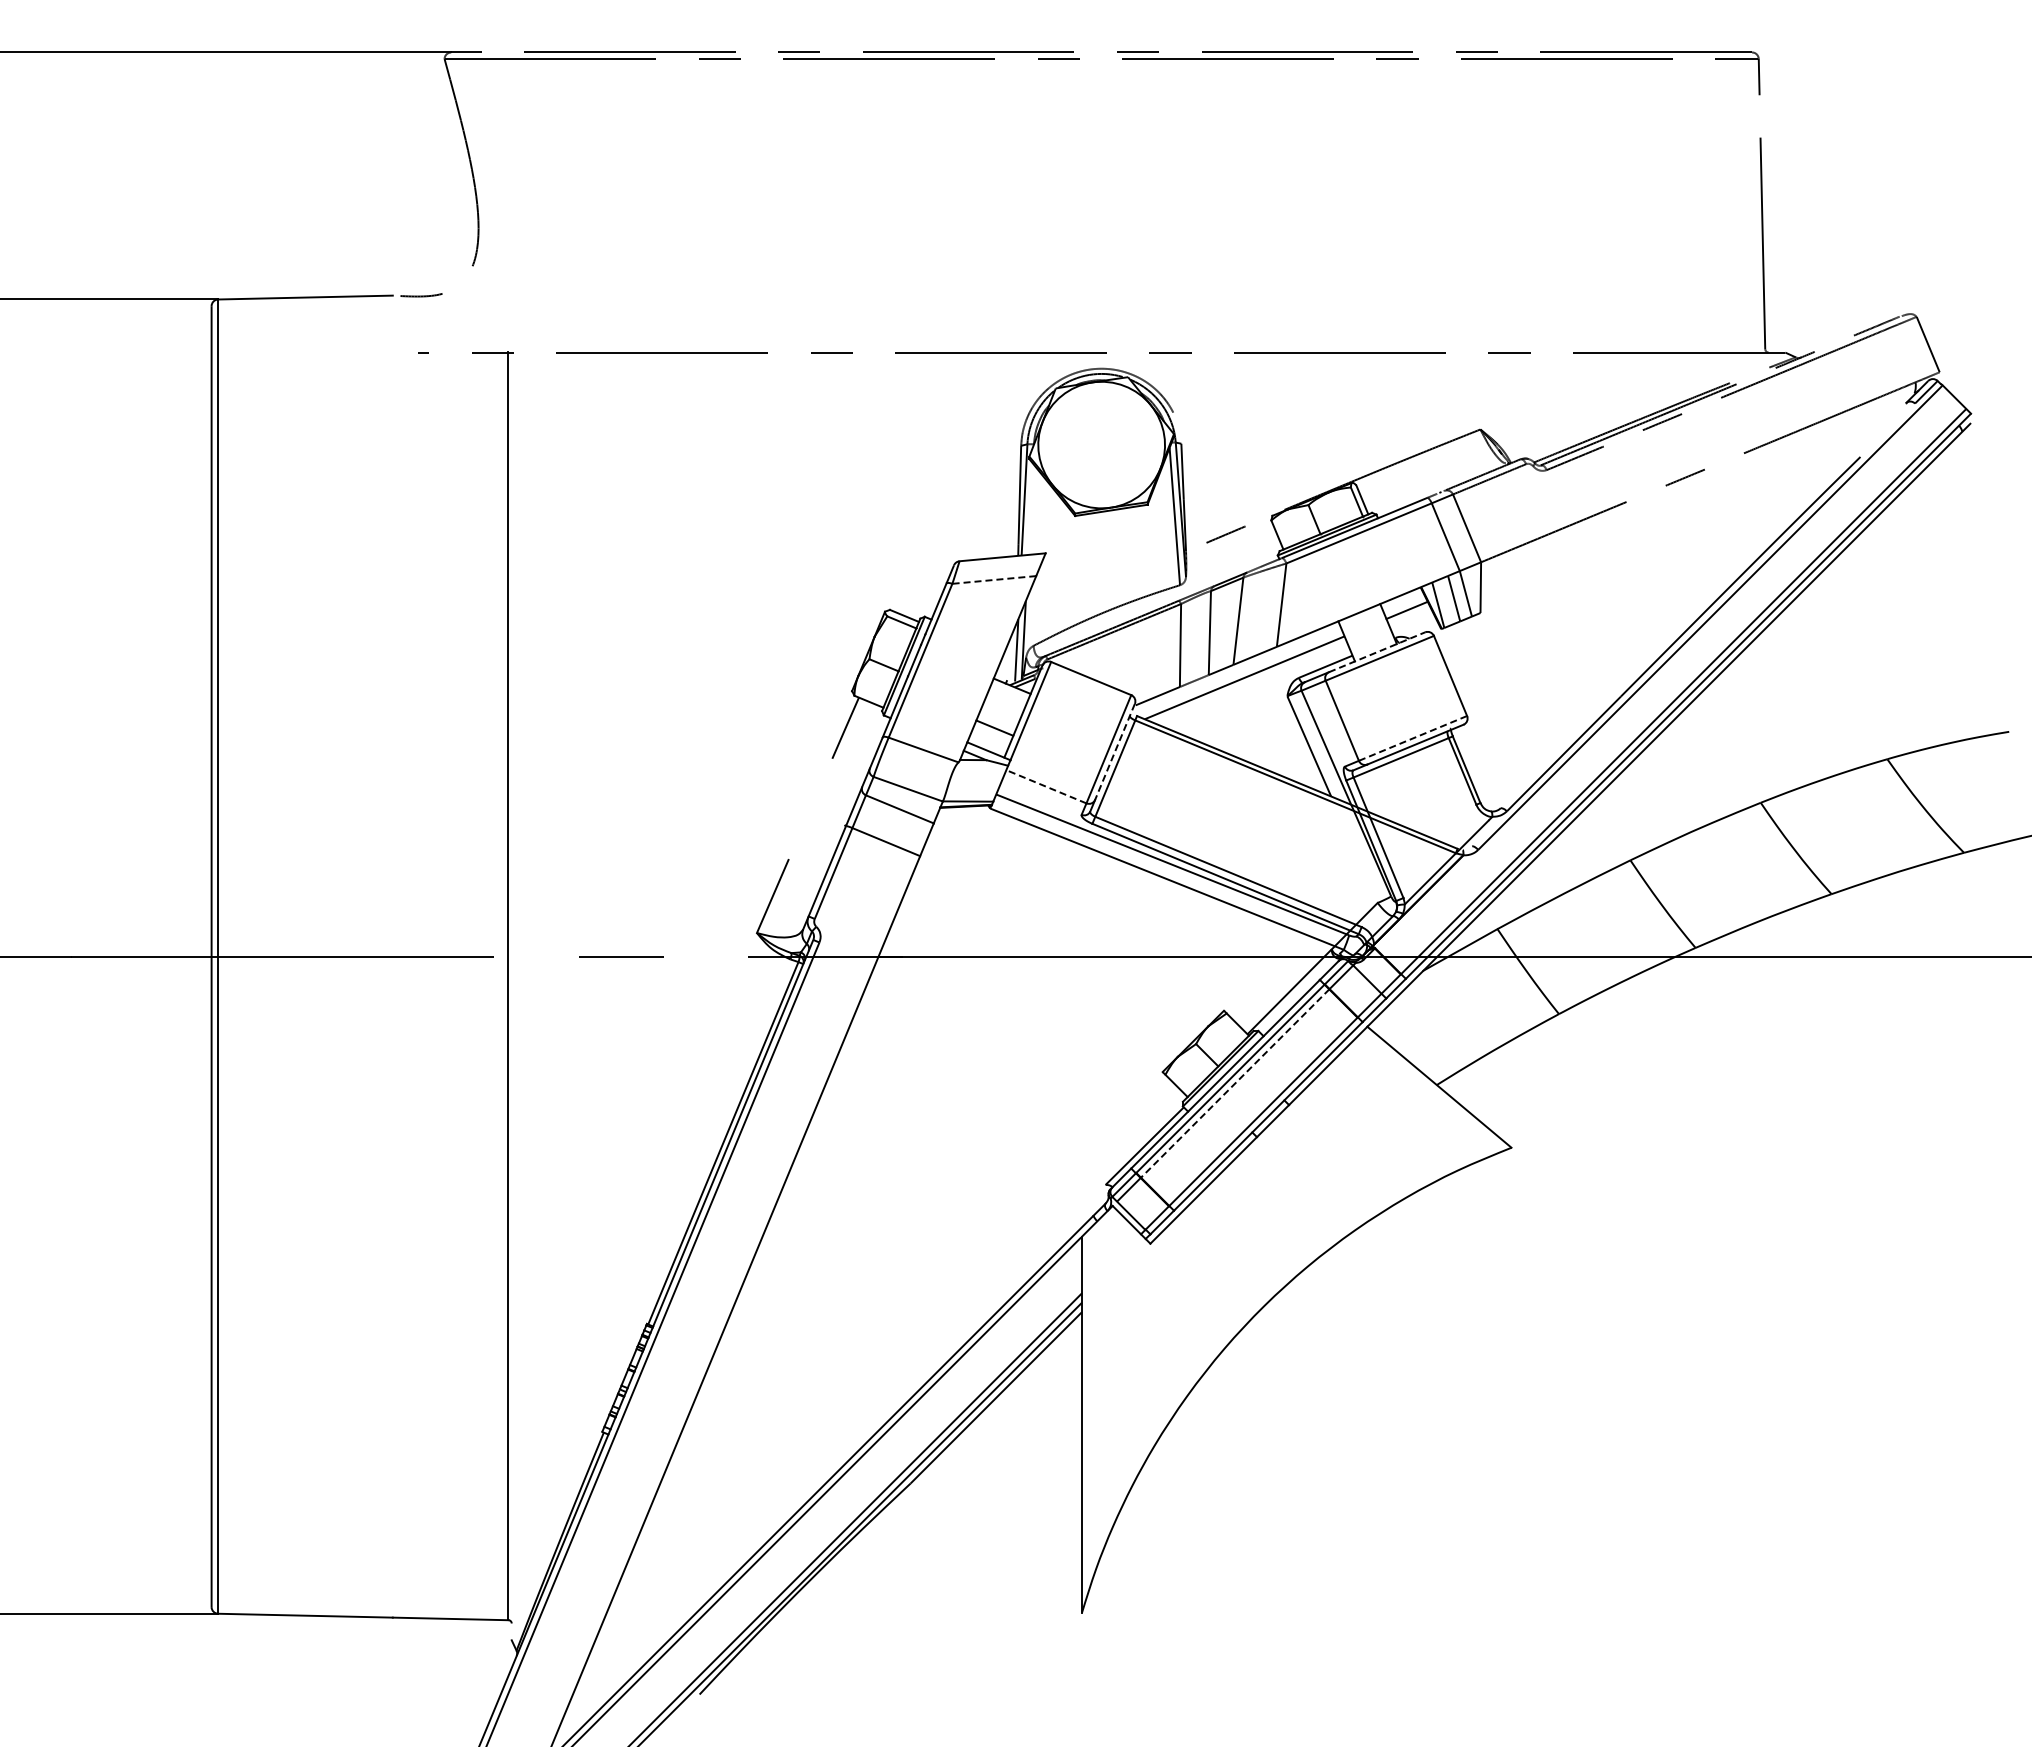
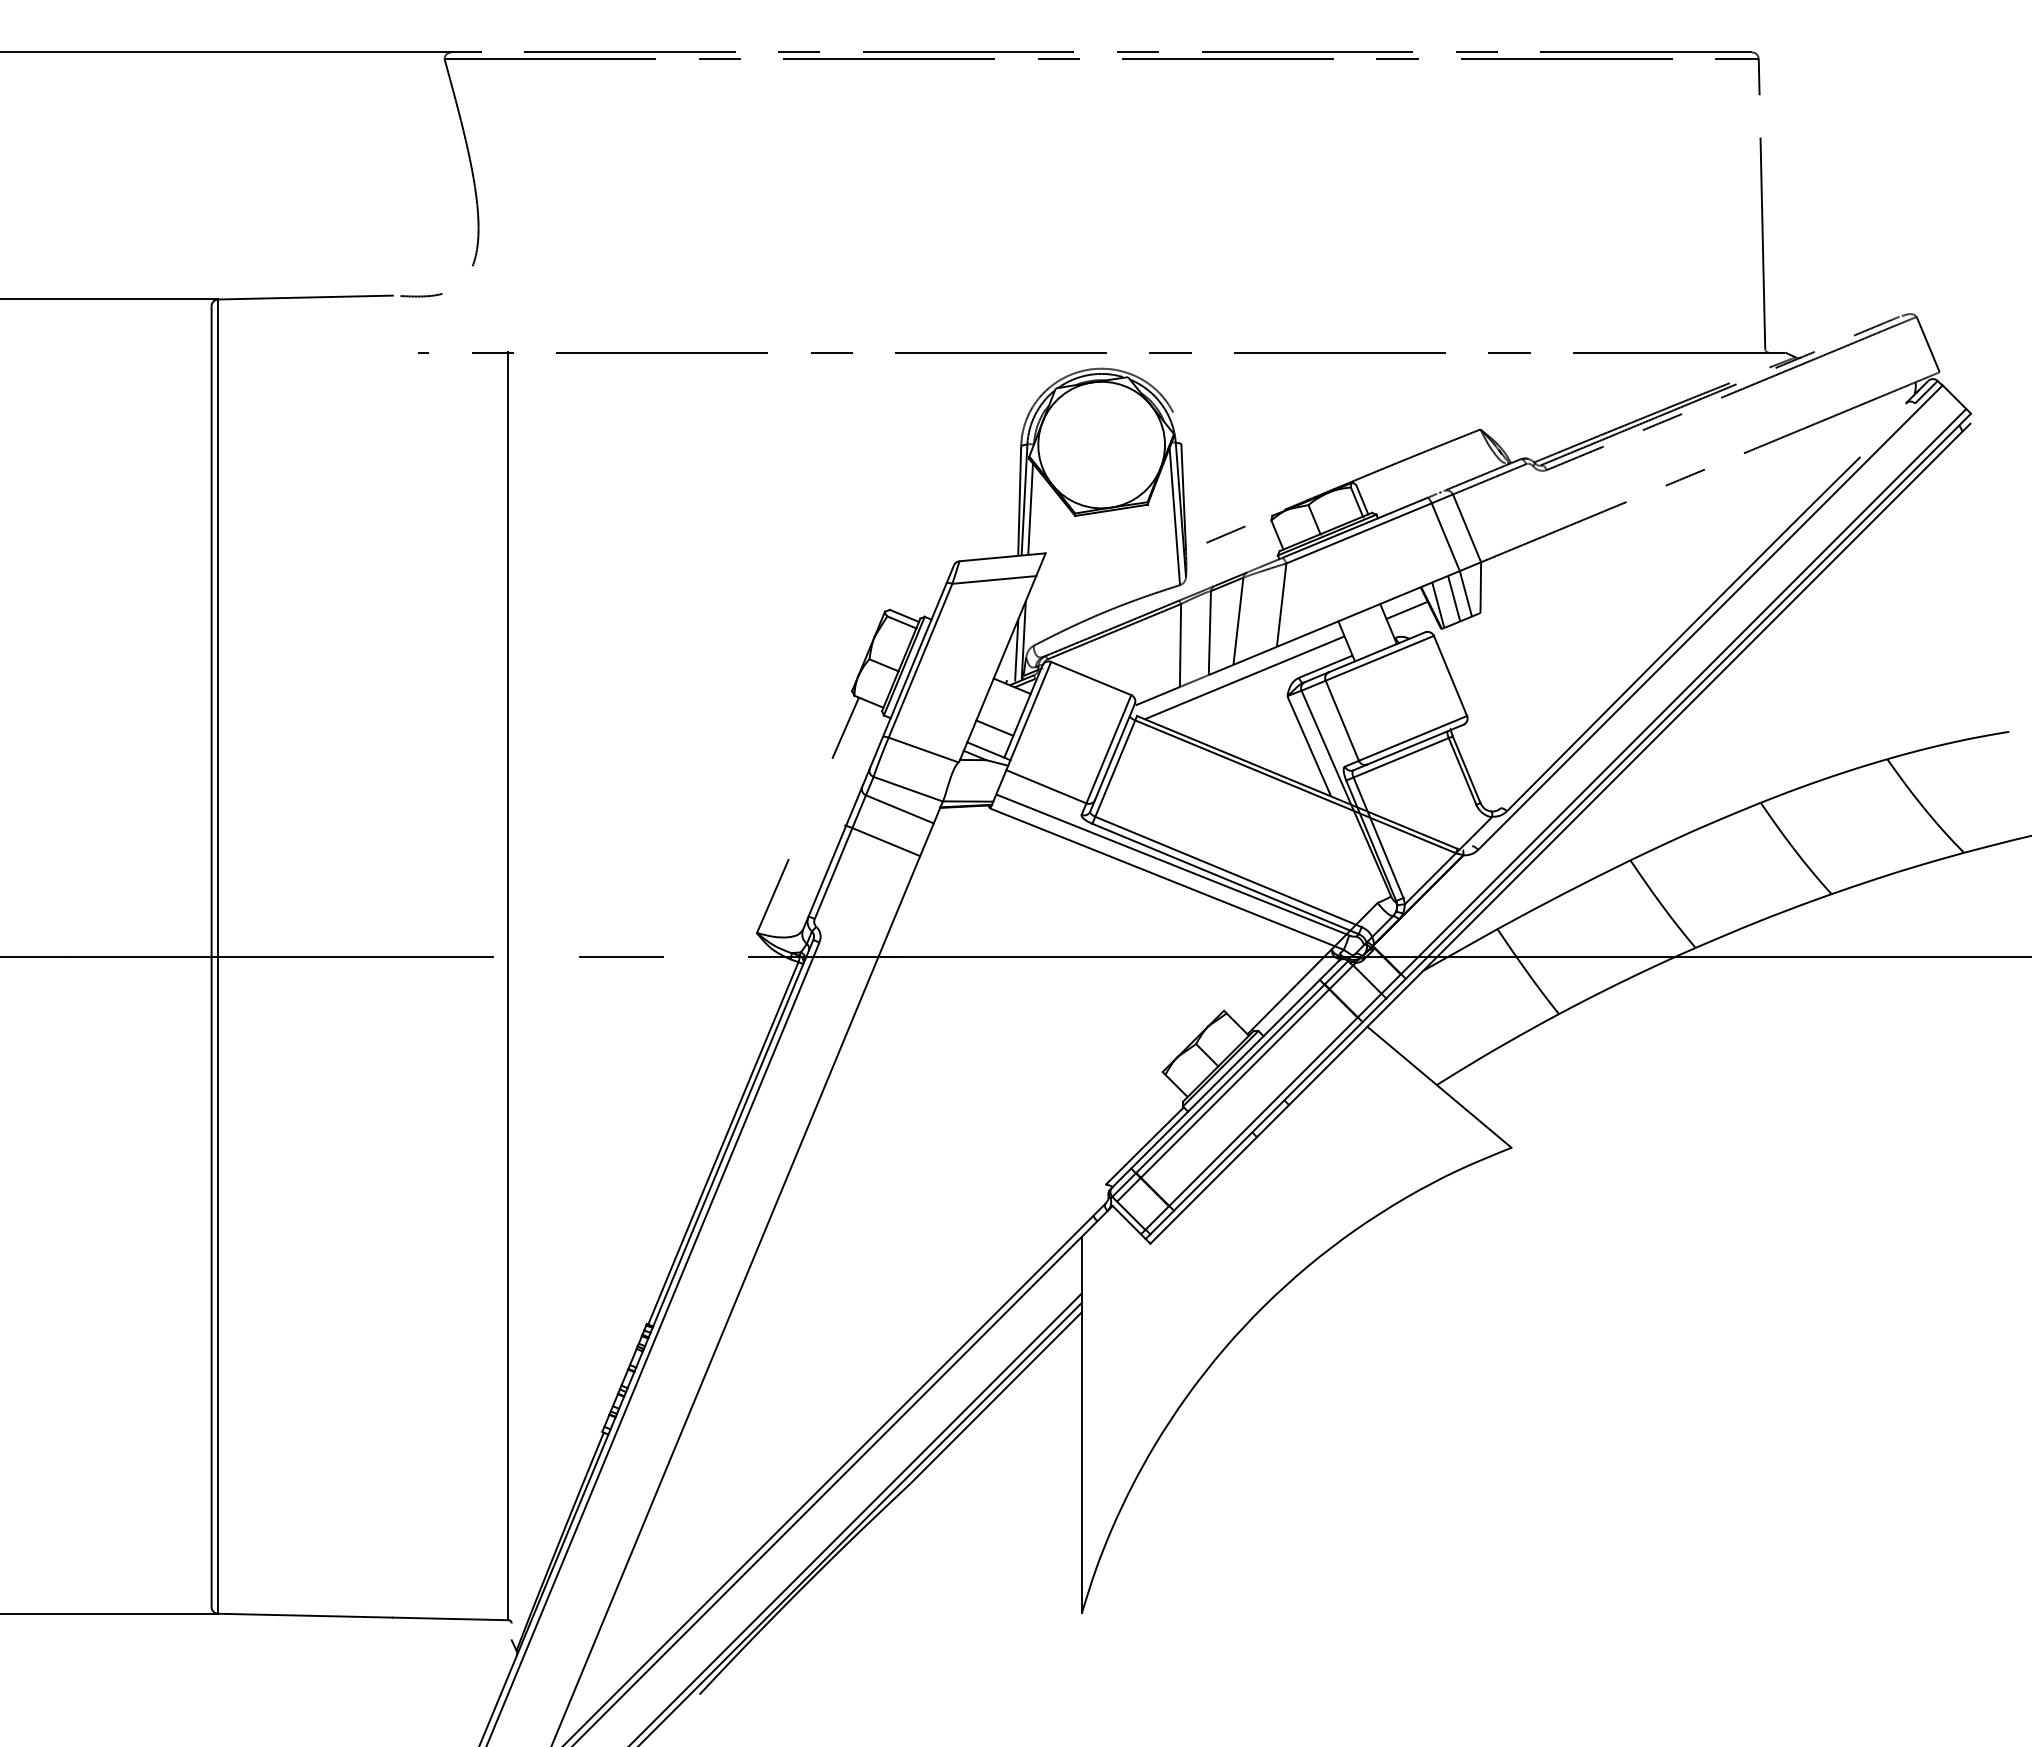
line at (1030, 508): none -> present
line at (993, 580): dashed -> solid
line at (1377, 652): dashed -> solid
line at (1413, 738): dashed -> solid
line at (1114, 752): dashed -> solid
line at (1045, 786): dashed -> solid
line at (1234, 1083): dashed -> solid
